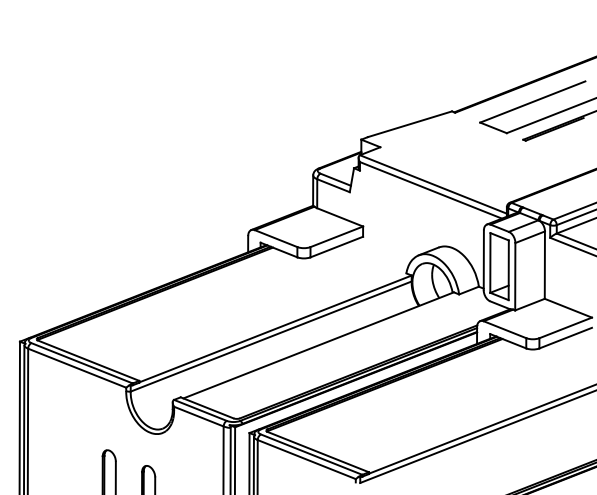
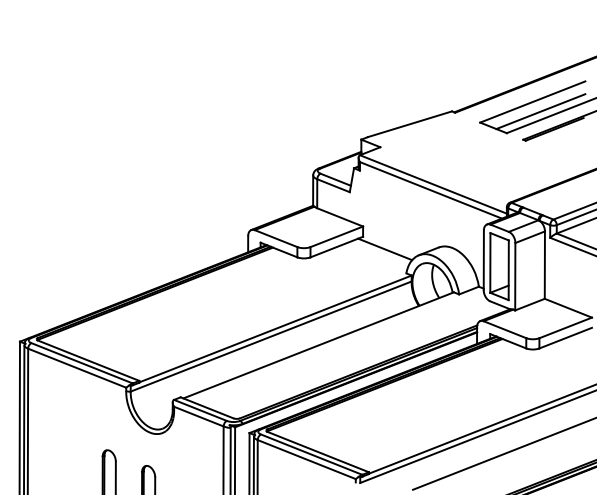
line at (540, 111): none -> present
line at (385, 249): none -> present
line at (503, 453): none -> present
